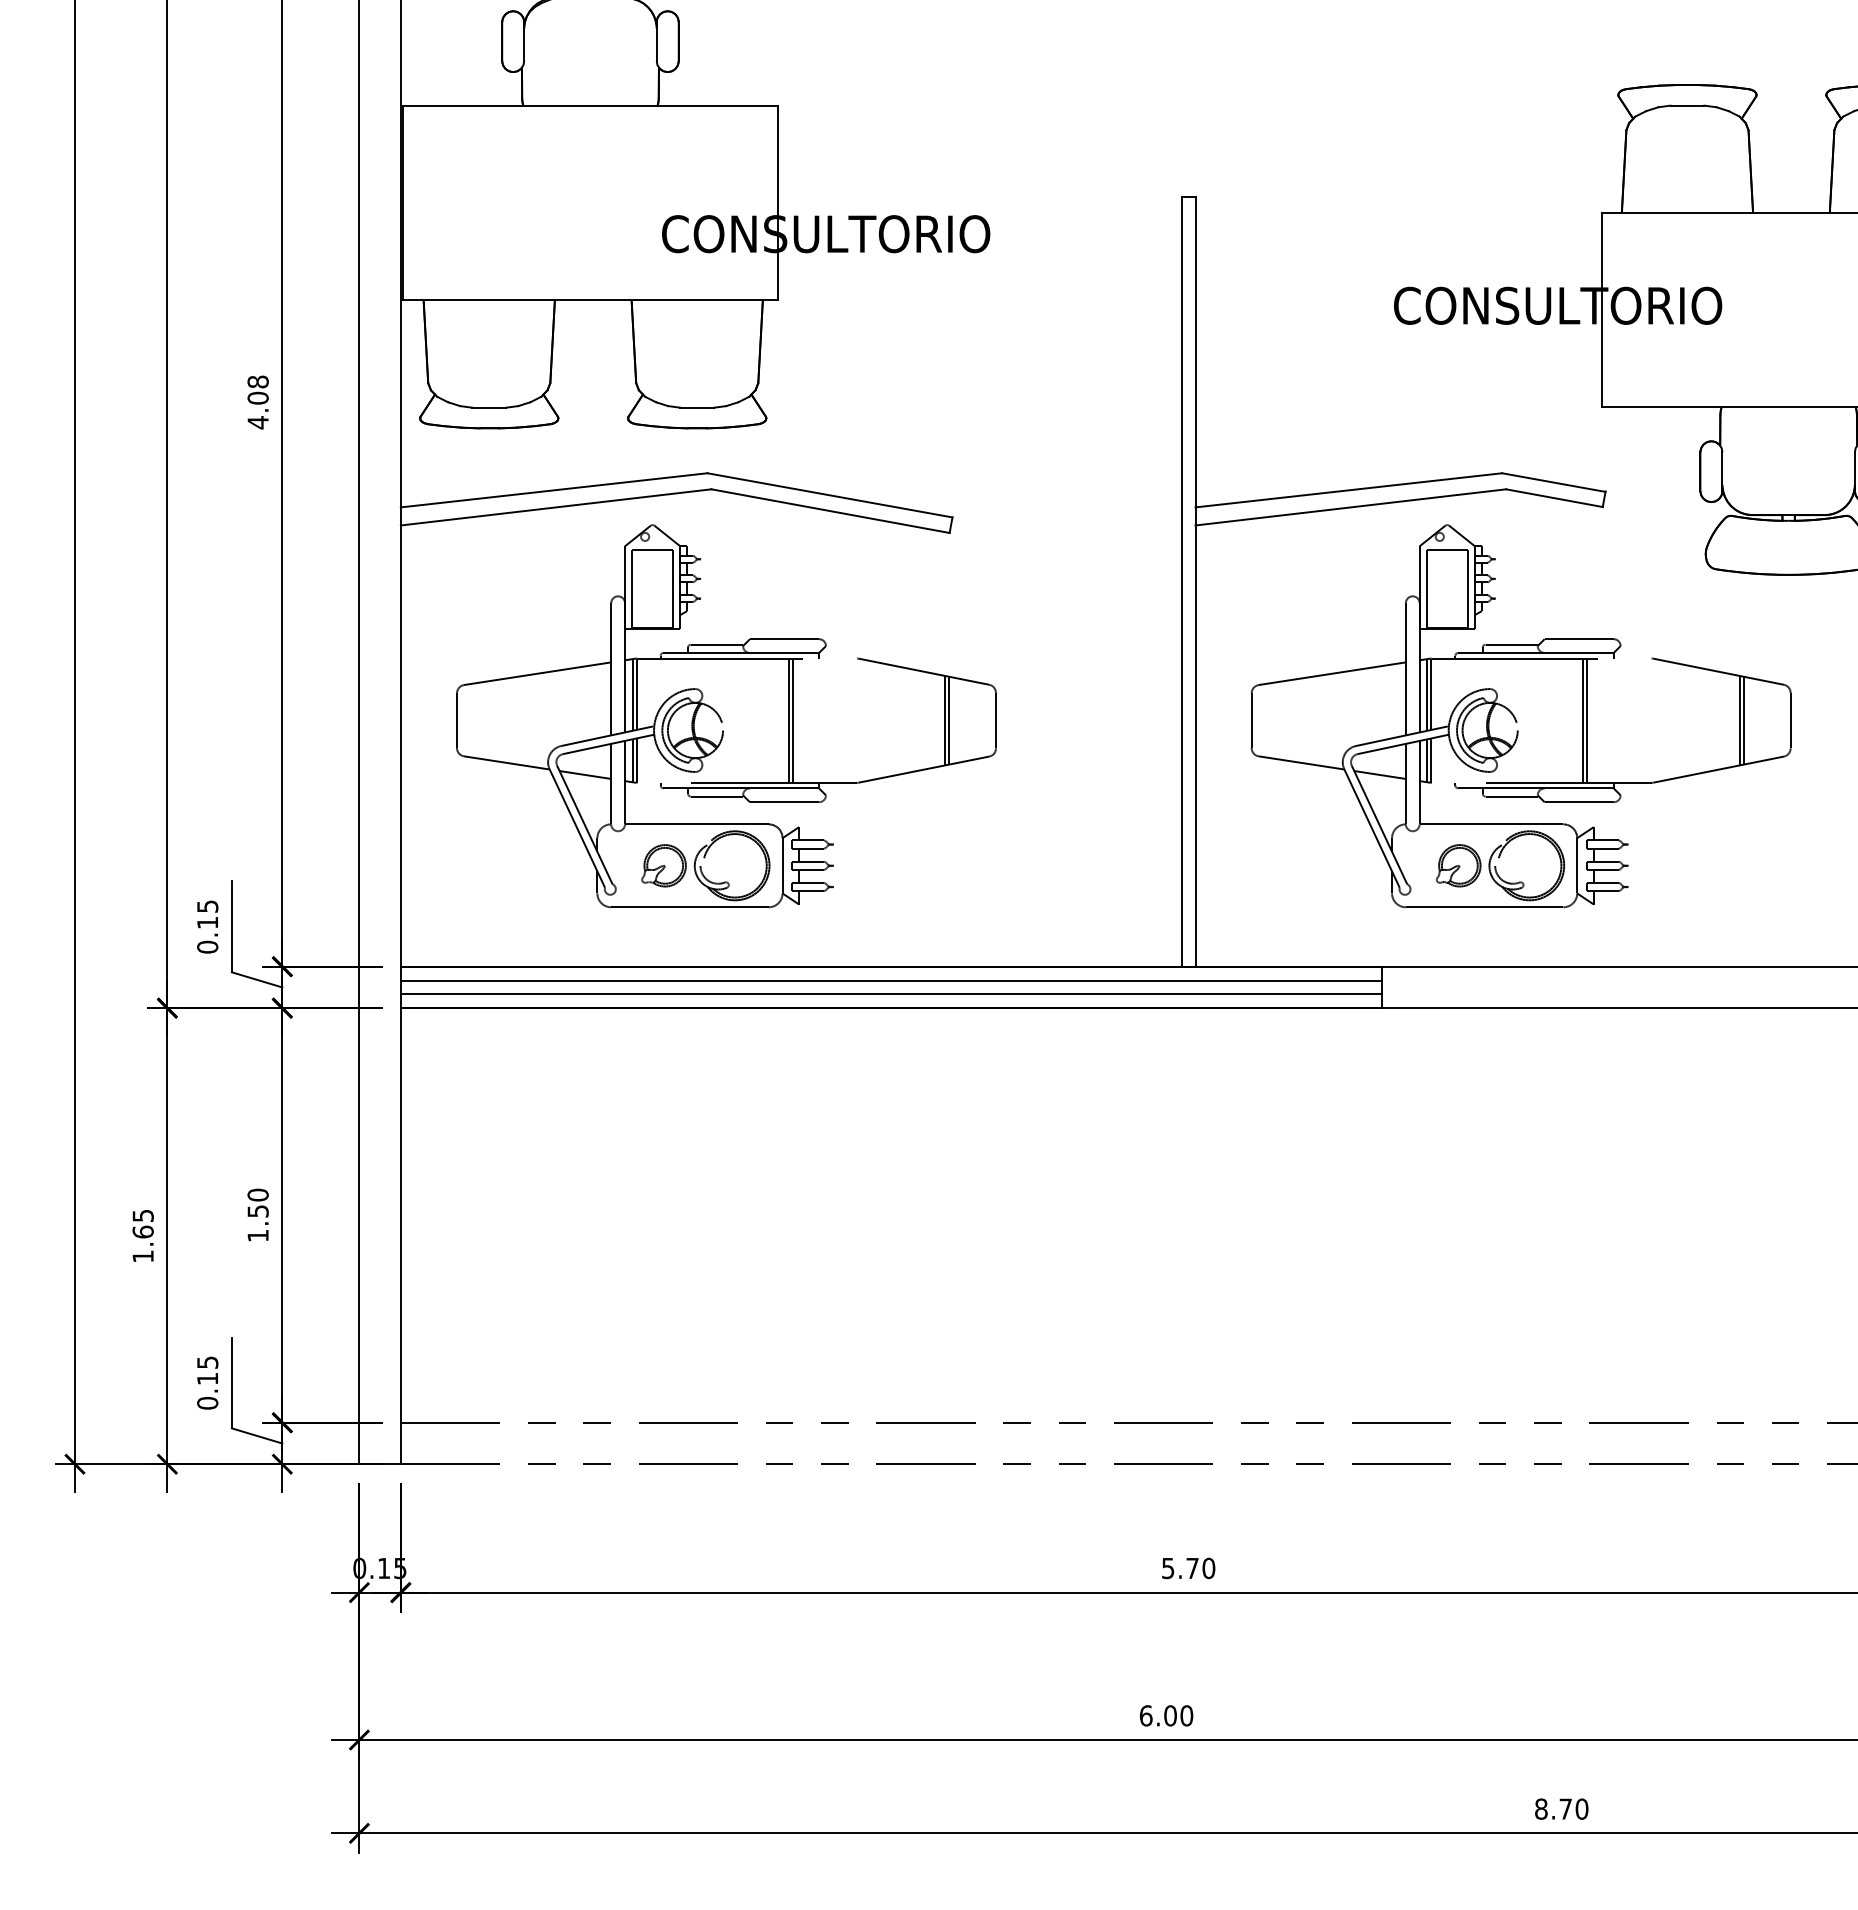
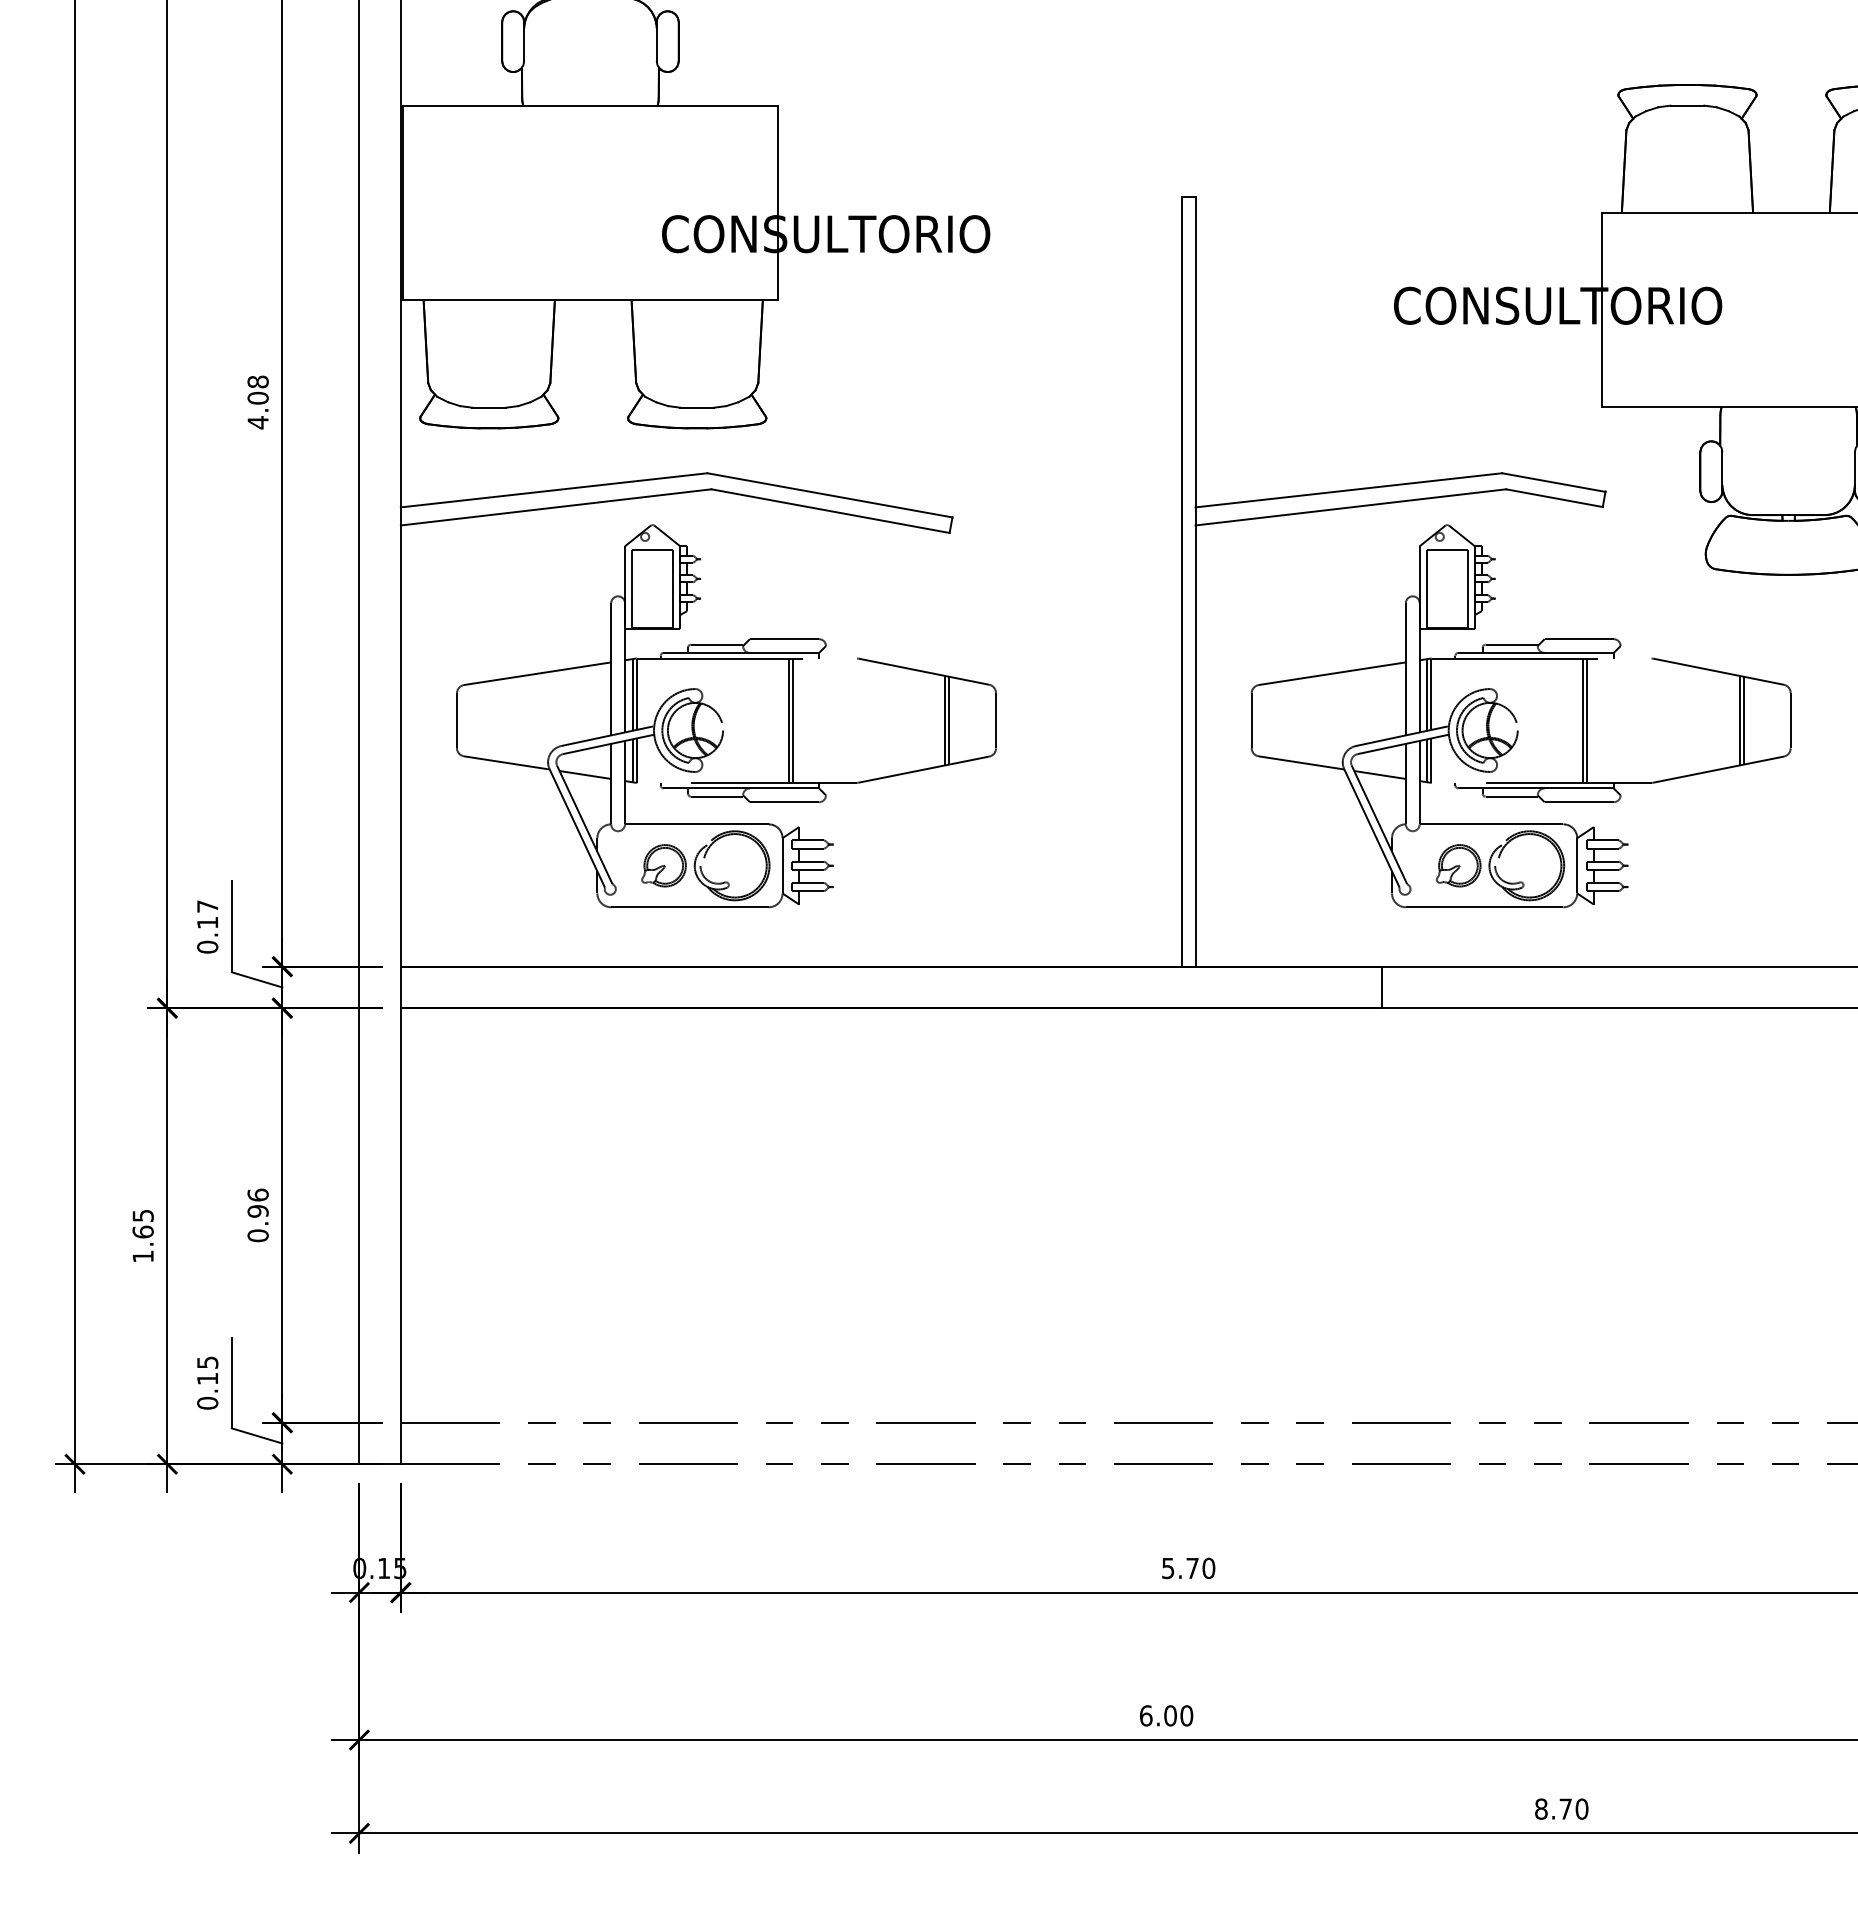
text at (207, 906): 0.15 -> 0.17
line at (891, 980): present -> none
line at (891, 994): present -> none
text at (257, 1215): 1.50 -> 0.96
